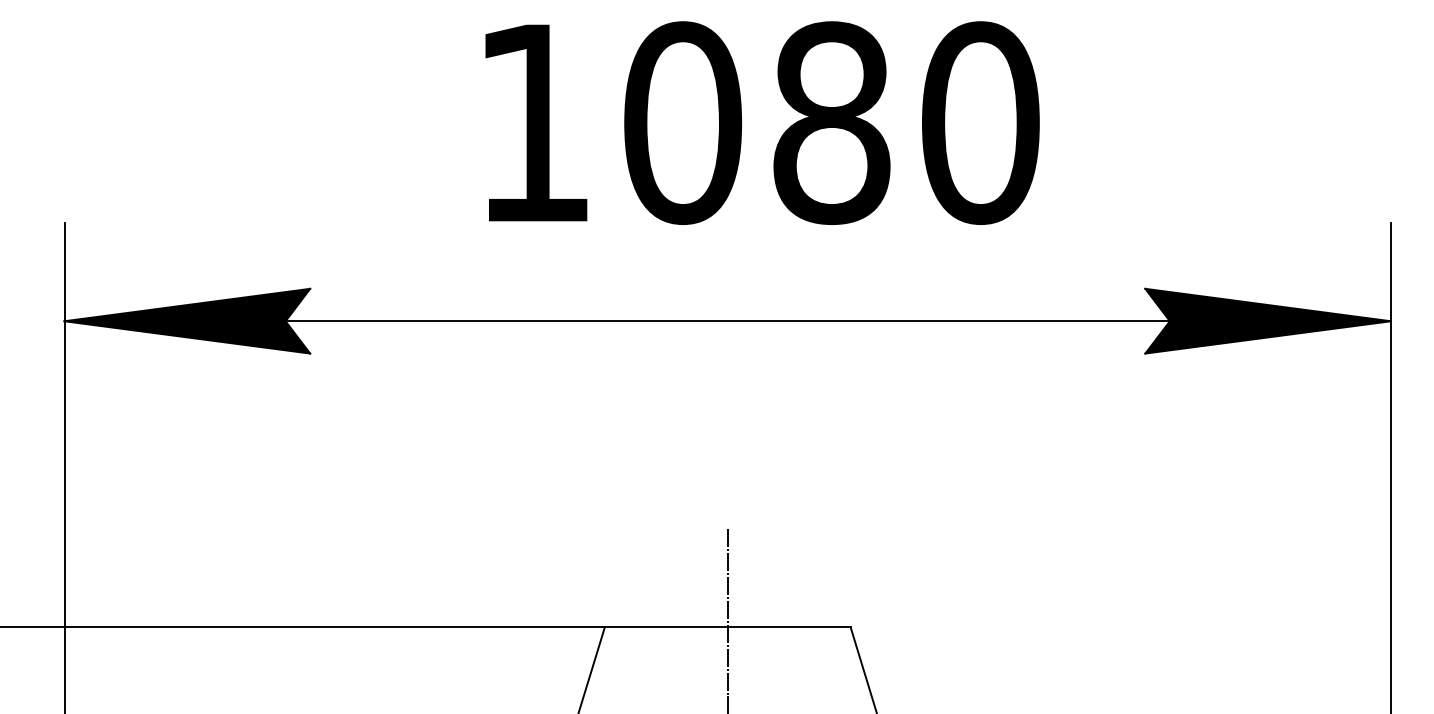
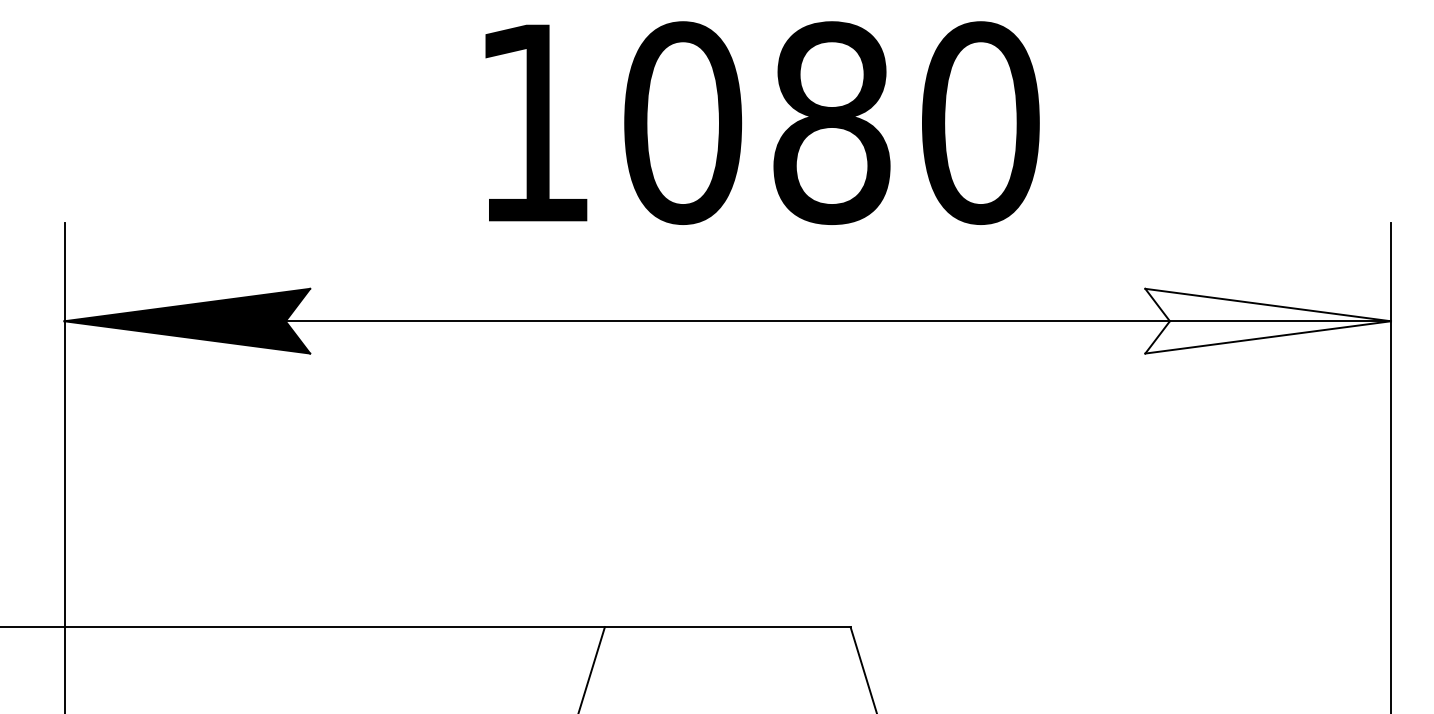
fill at (1268, 320): present -> none
line at (727, 619): present -> none
